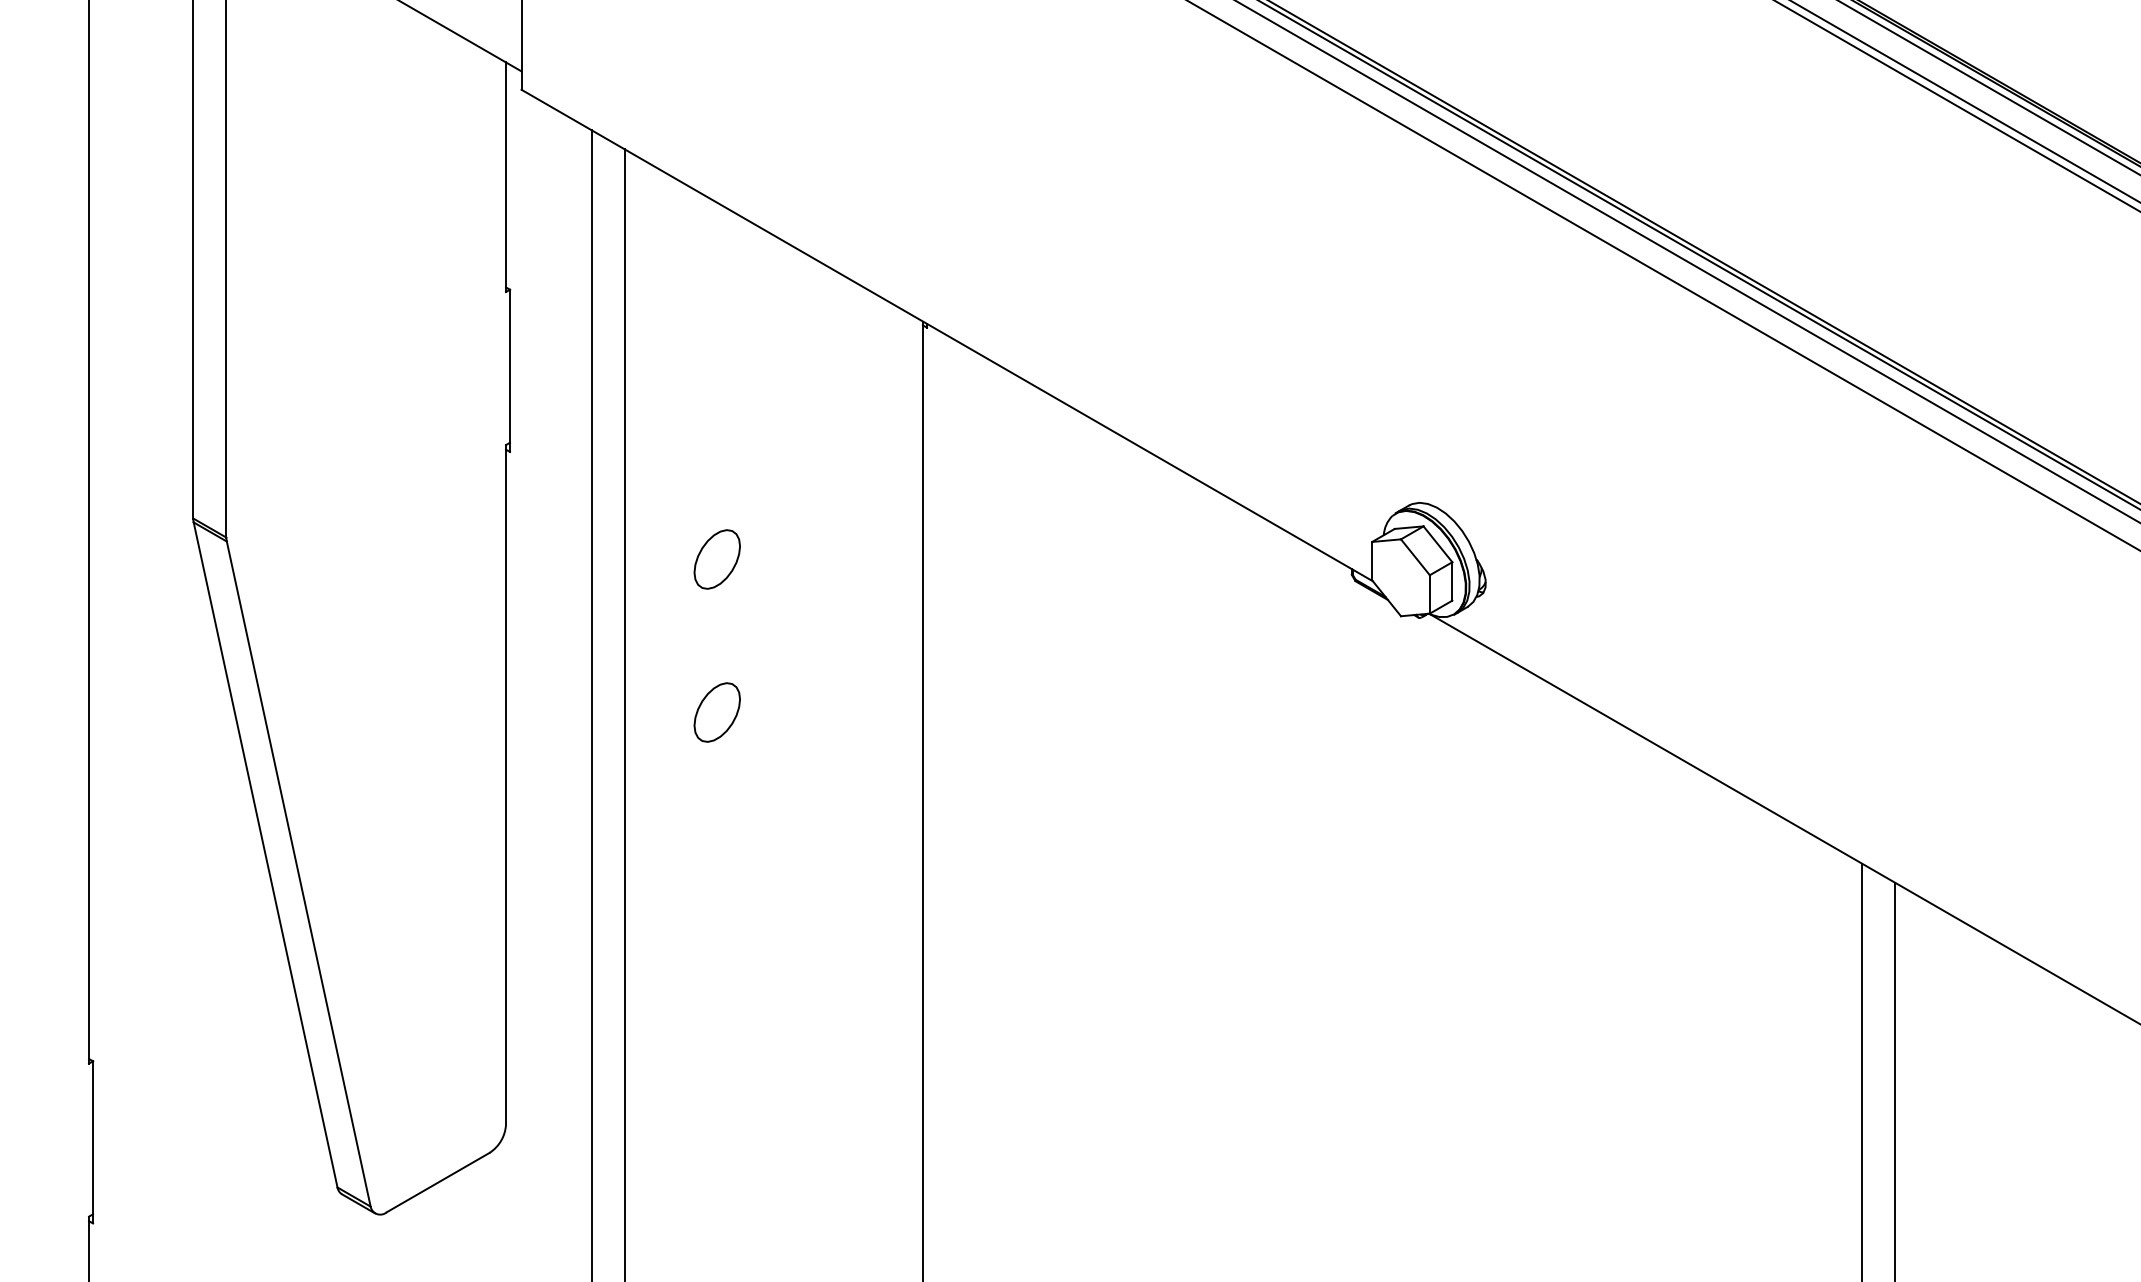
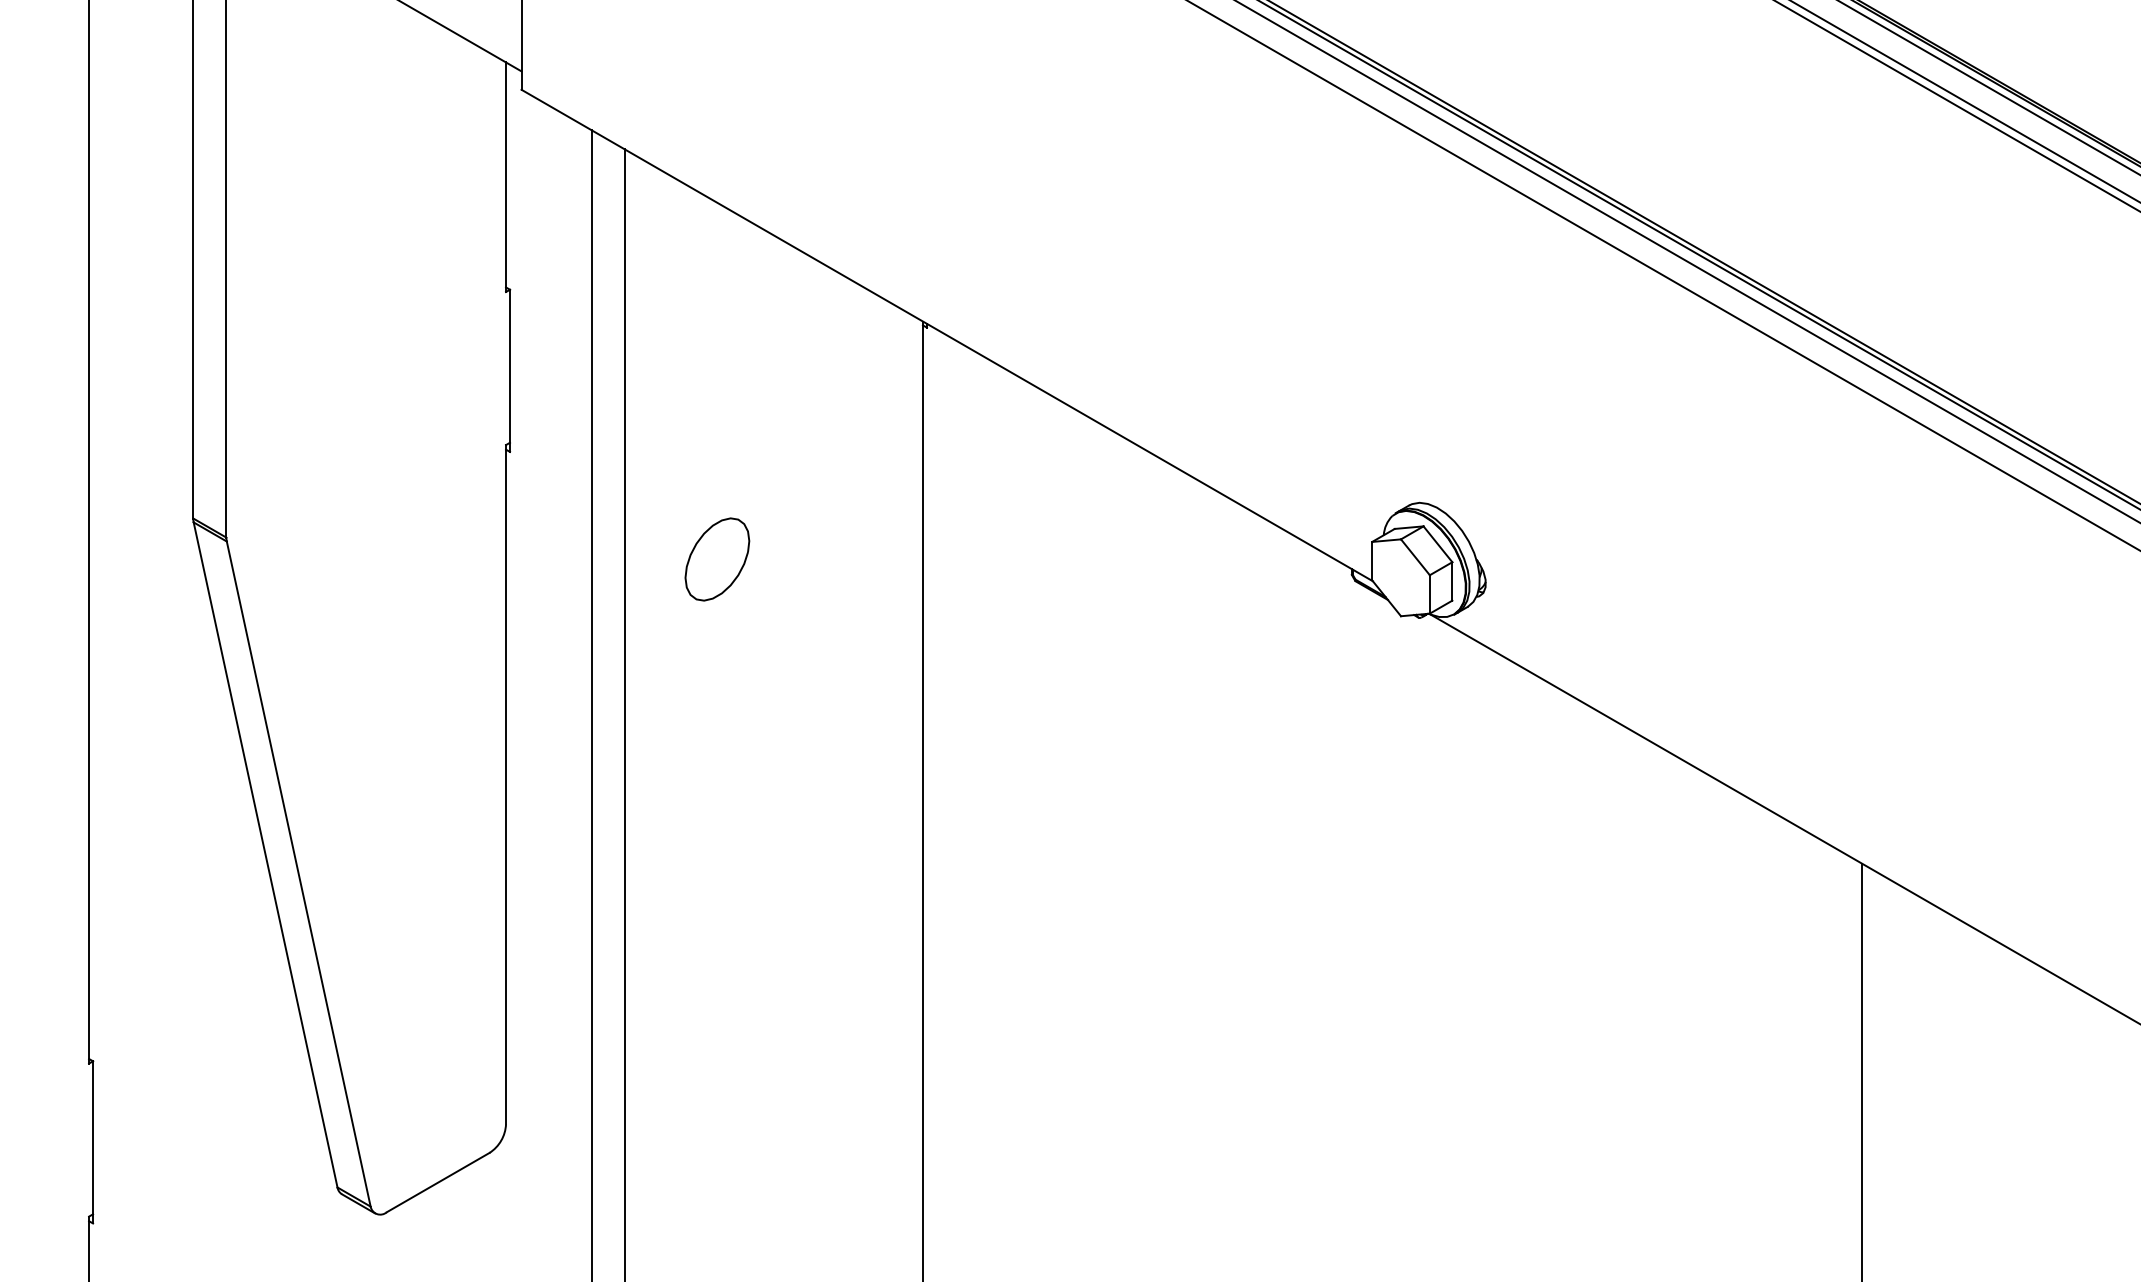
part at (716, 559) size: 48x61 px -> 67x85 px
part at (716, 712): present -> none
line at (1895, 1080): present -> none
